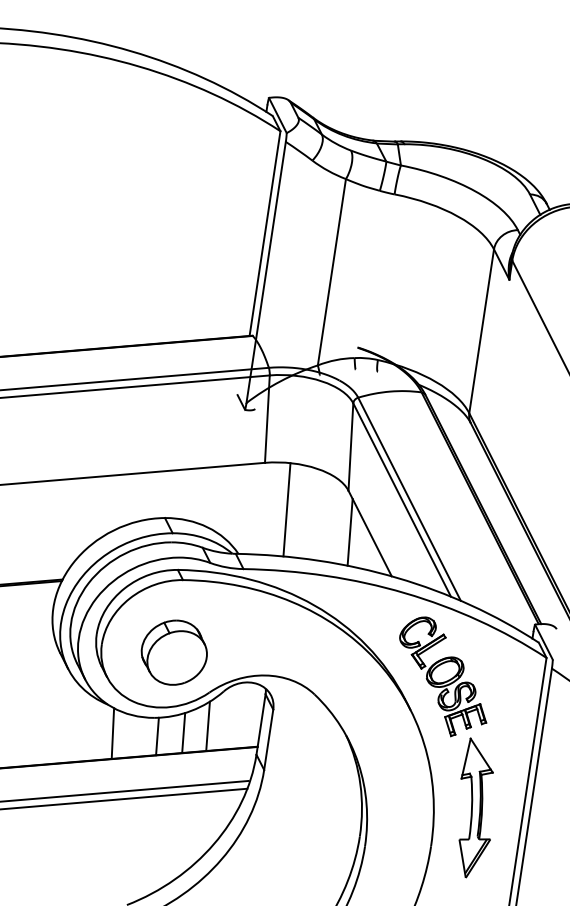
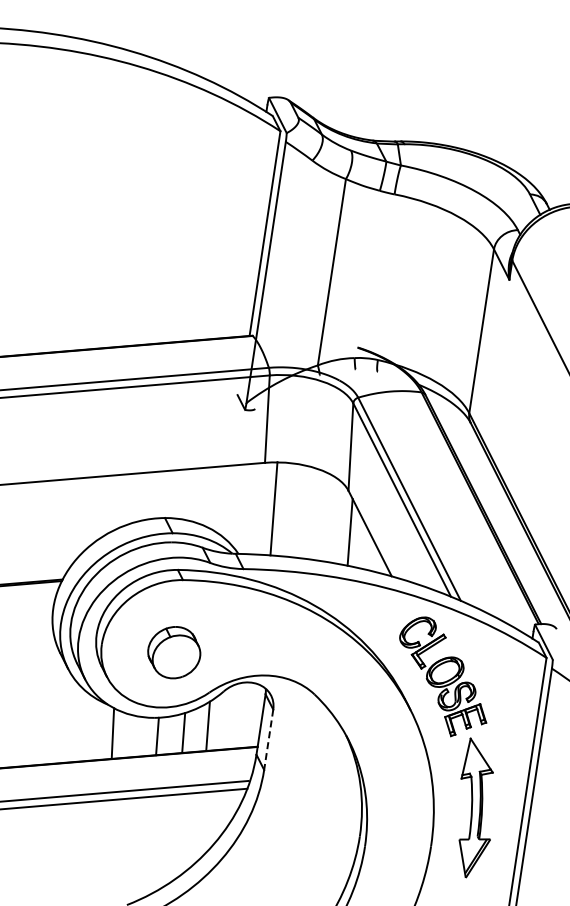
line at (286, 509) position: (286, 509) -> (273, 508)
part at (173, 652) size: 68x67 px -> 55x54 px
line at (268, 739): solid -> dashed
